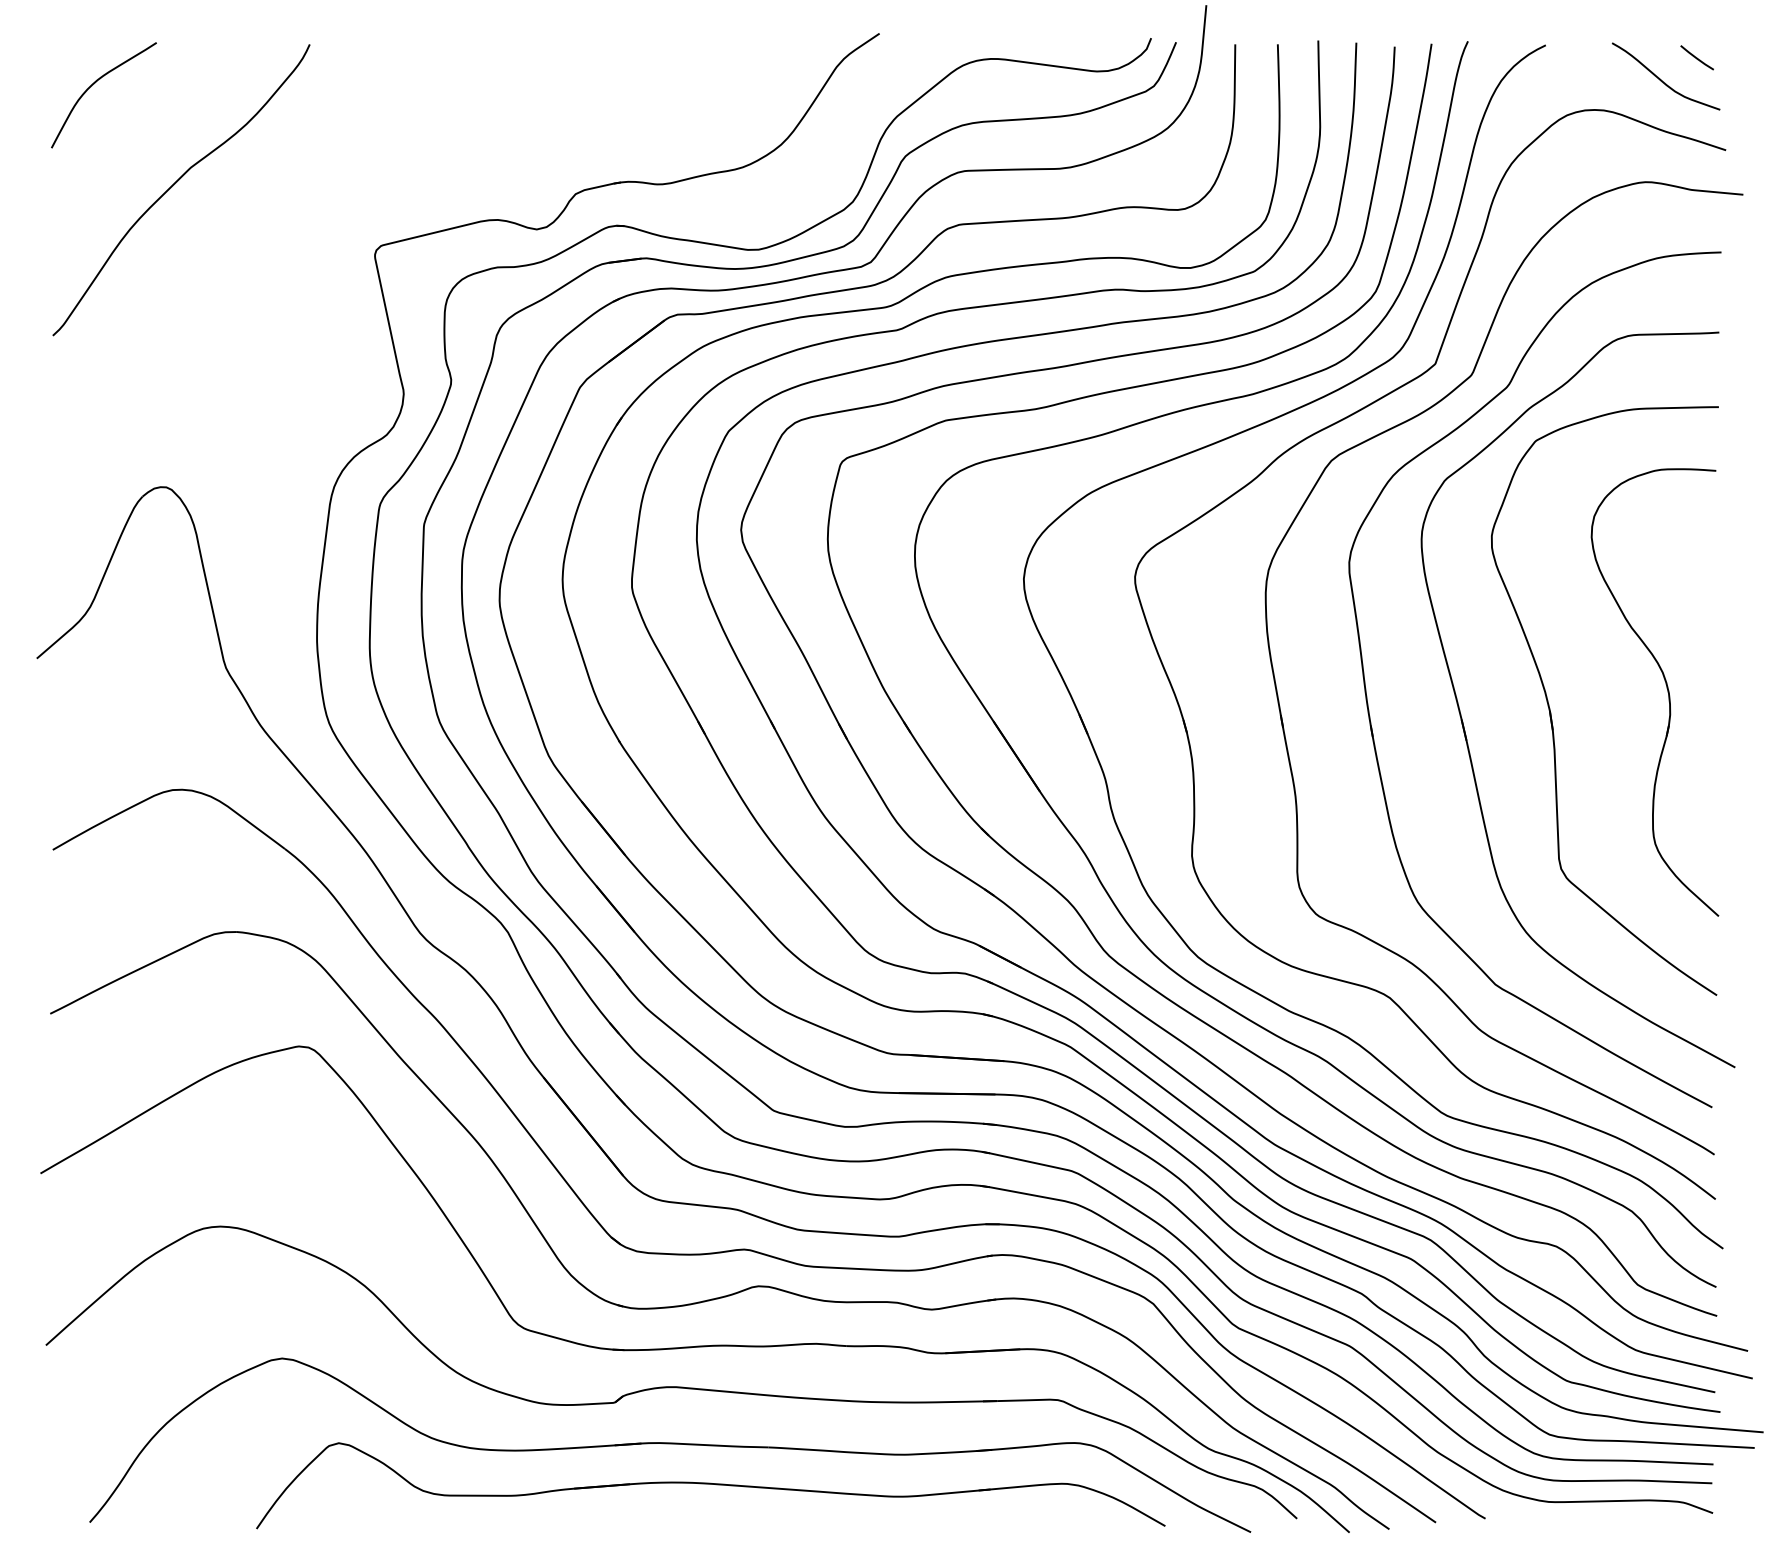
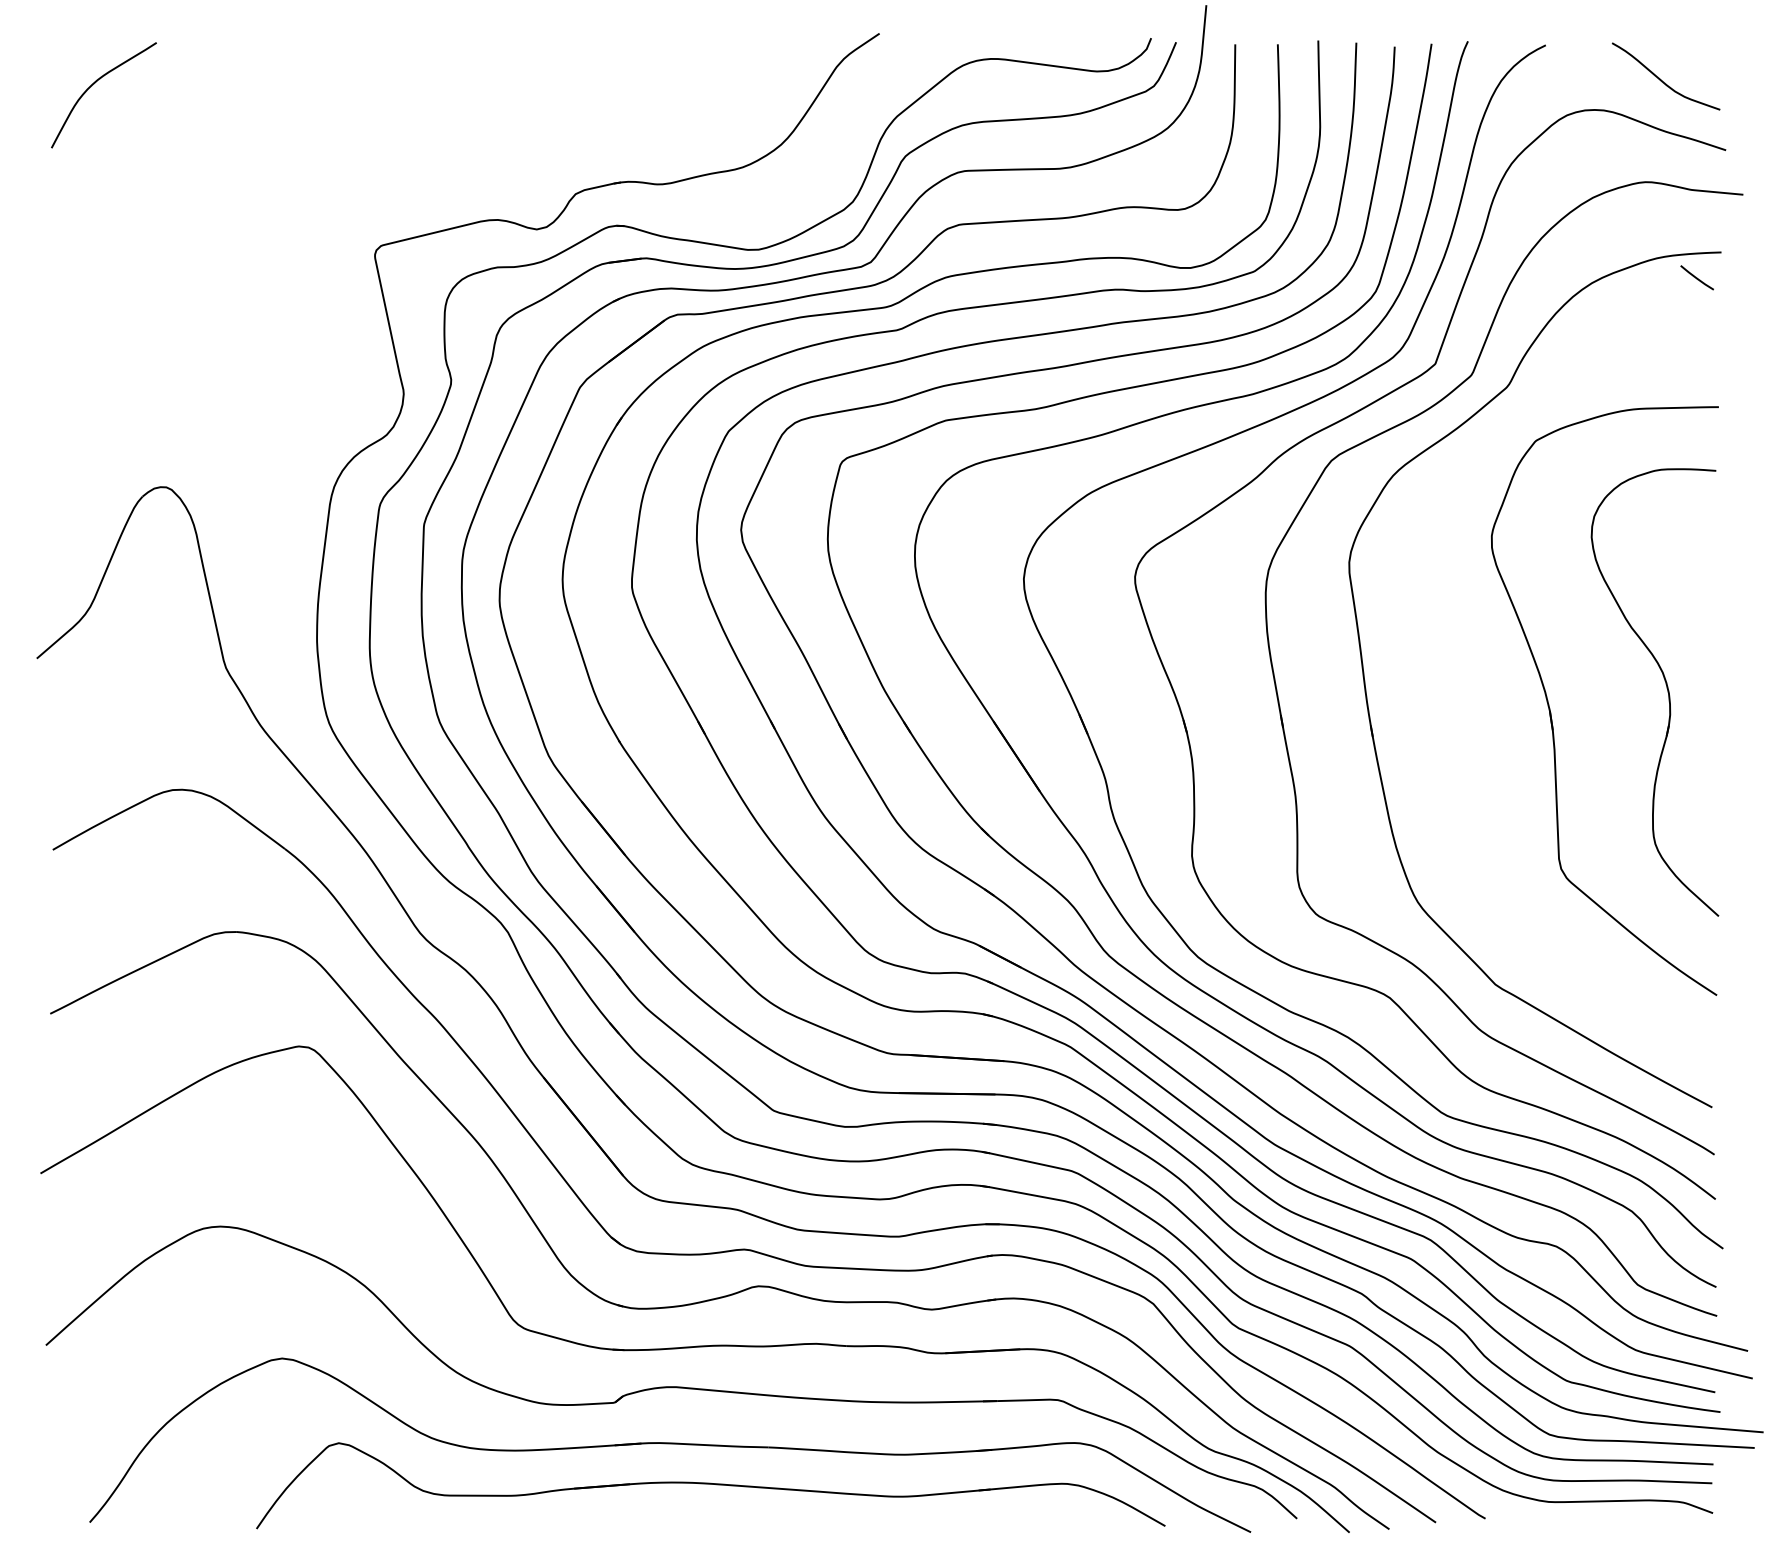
line at (1696, 57) position: (1696, 57) -> (1696, 277)
curve at (175, 184): present -> none
part at (1463, 721): present -> none
